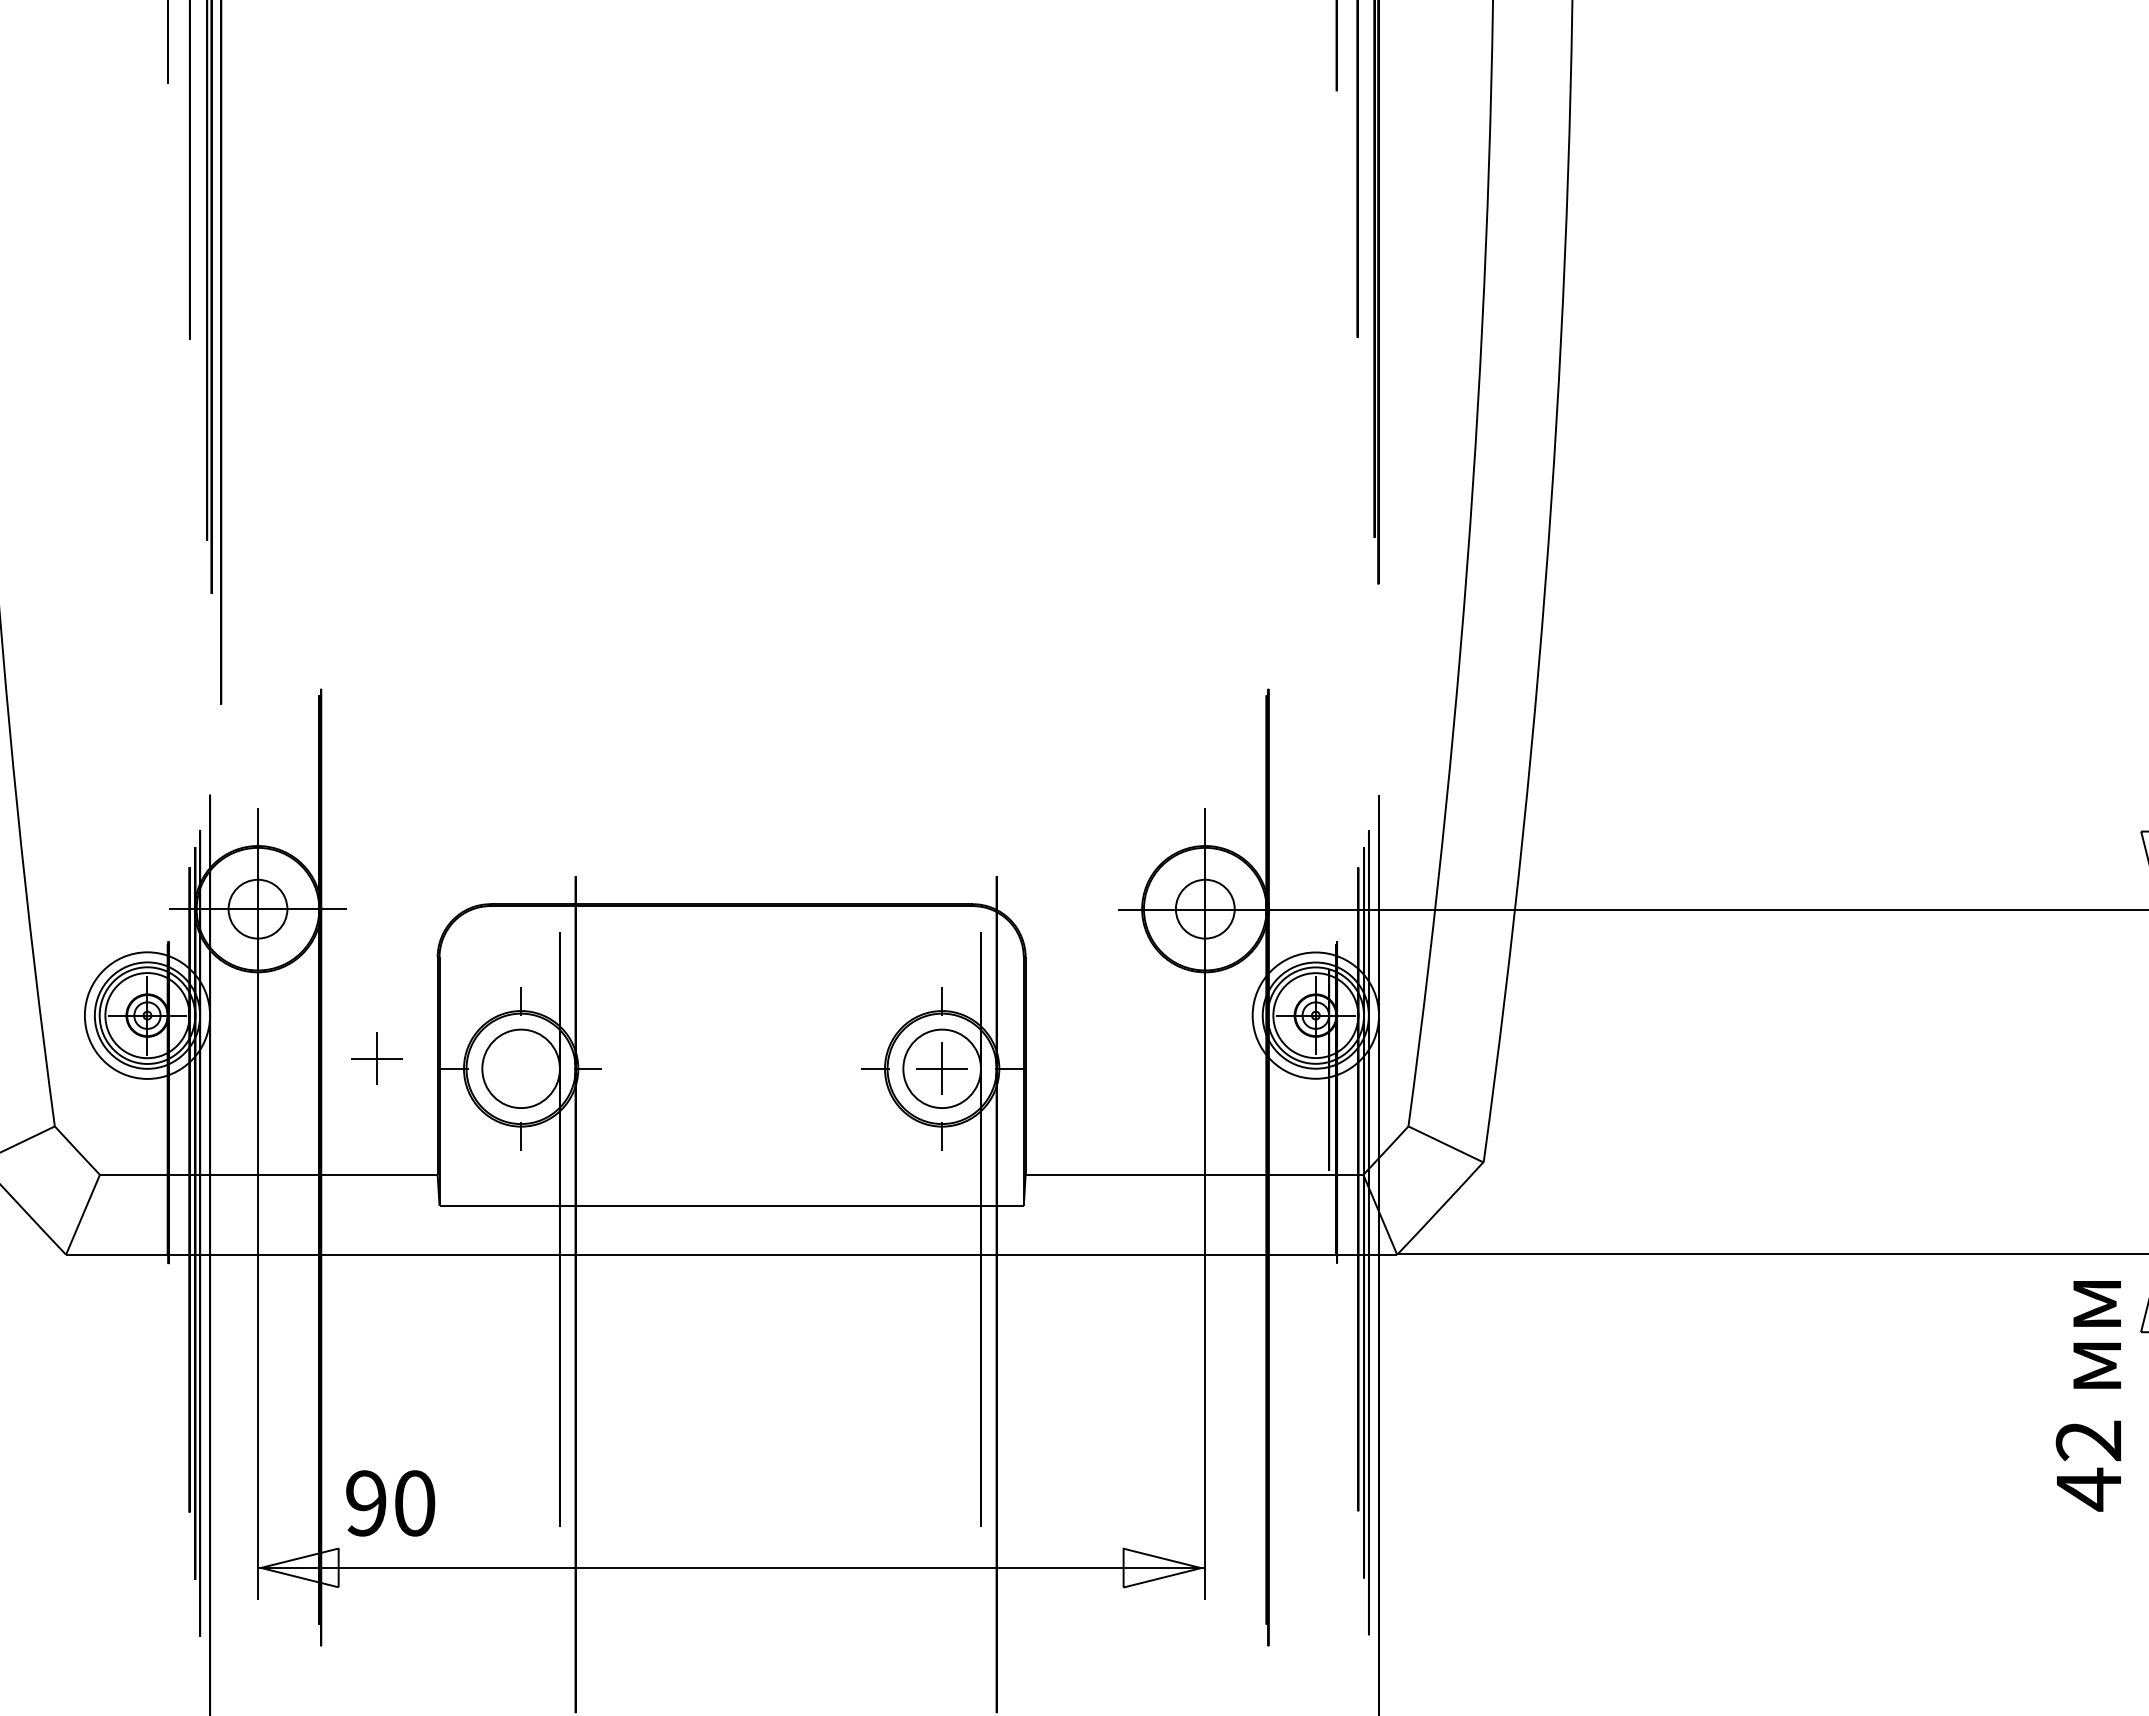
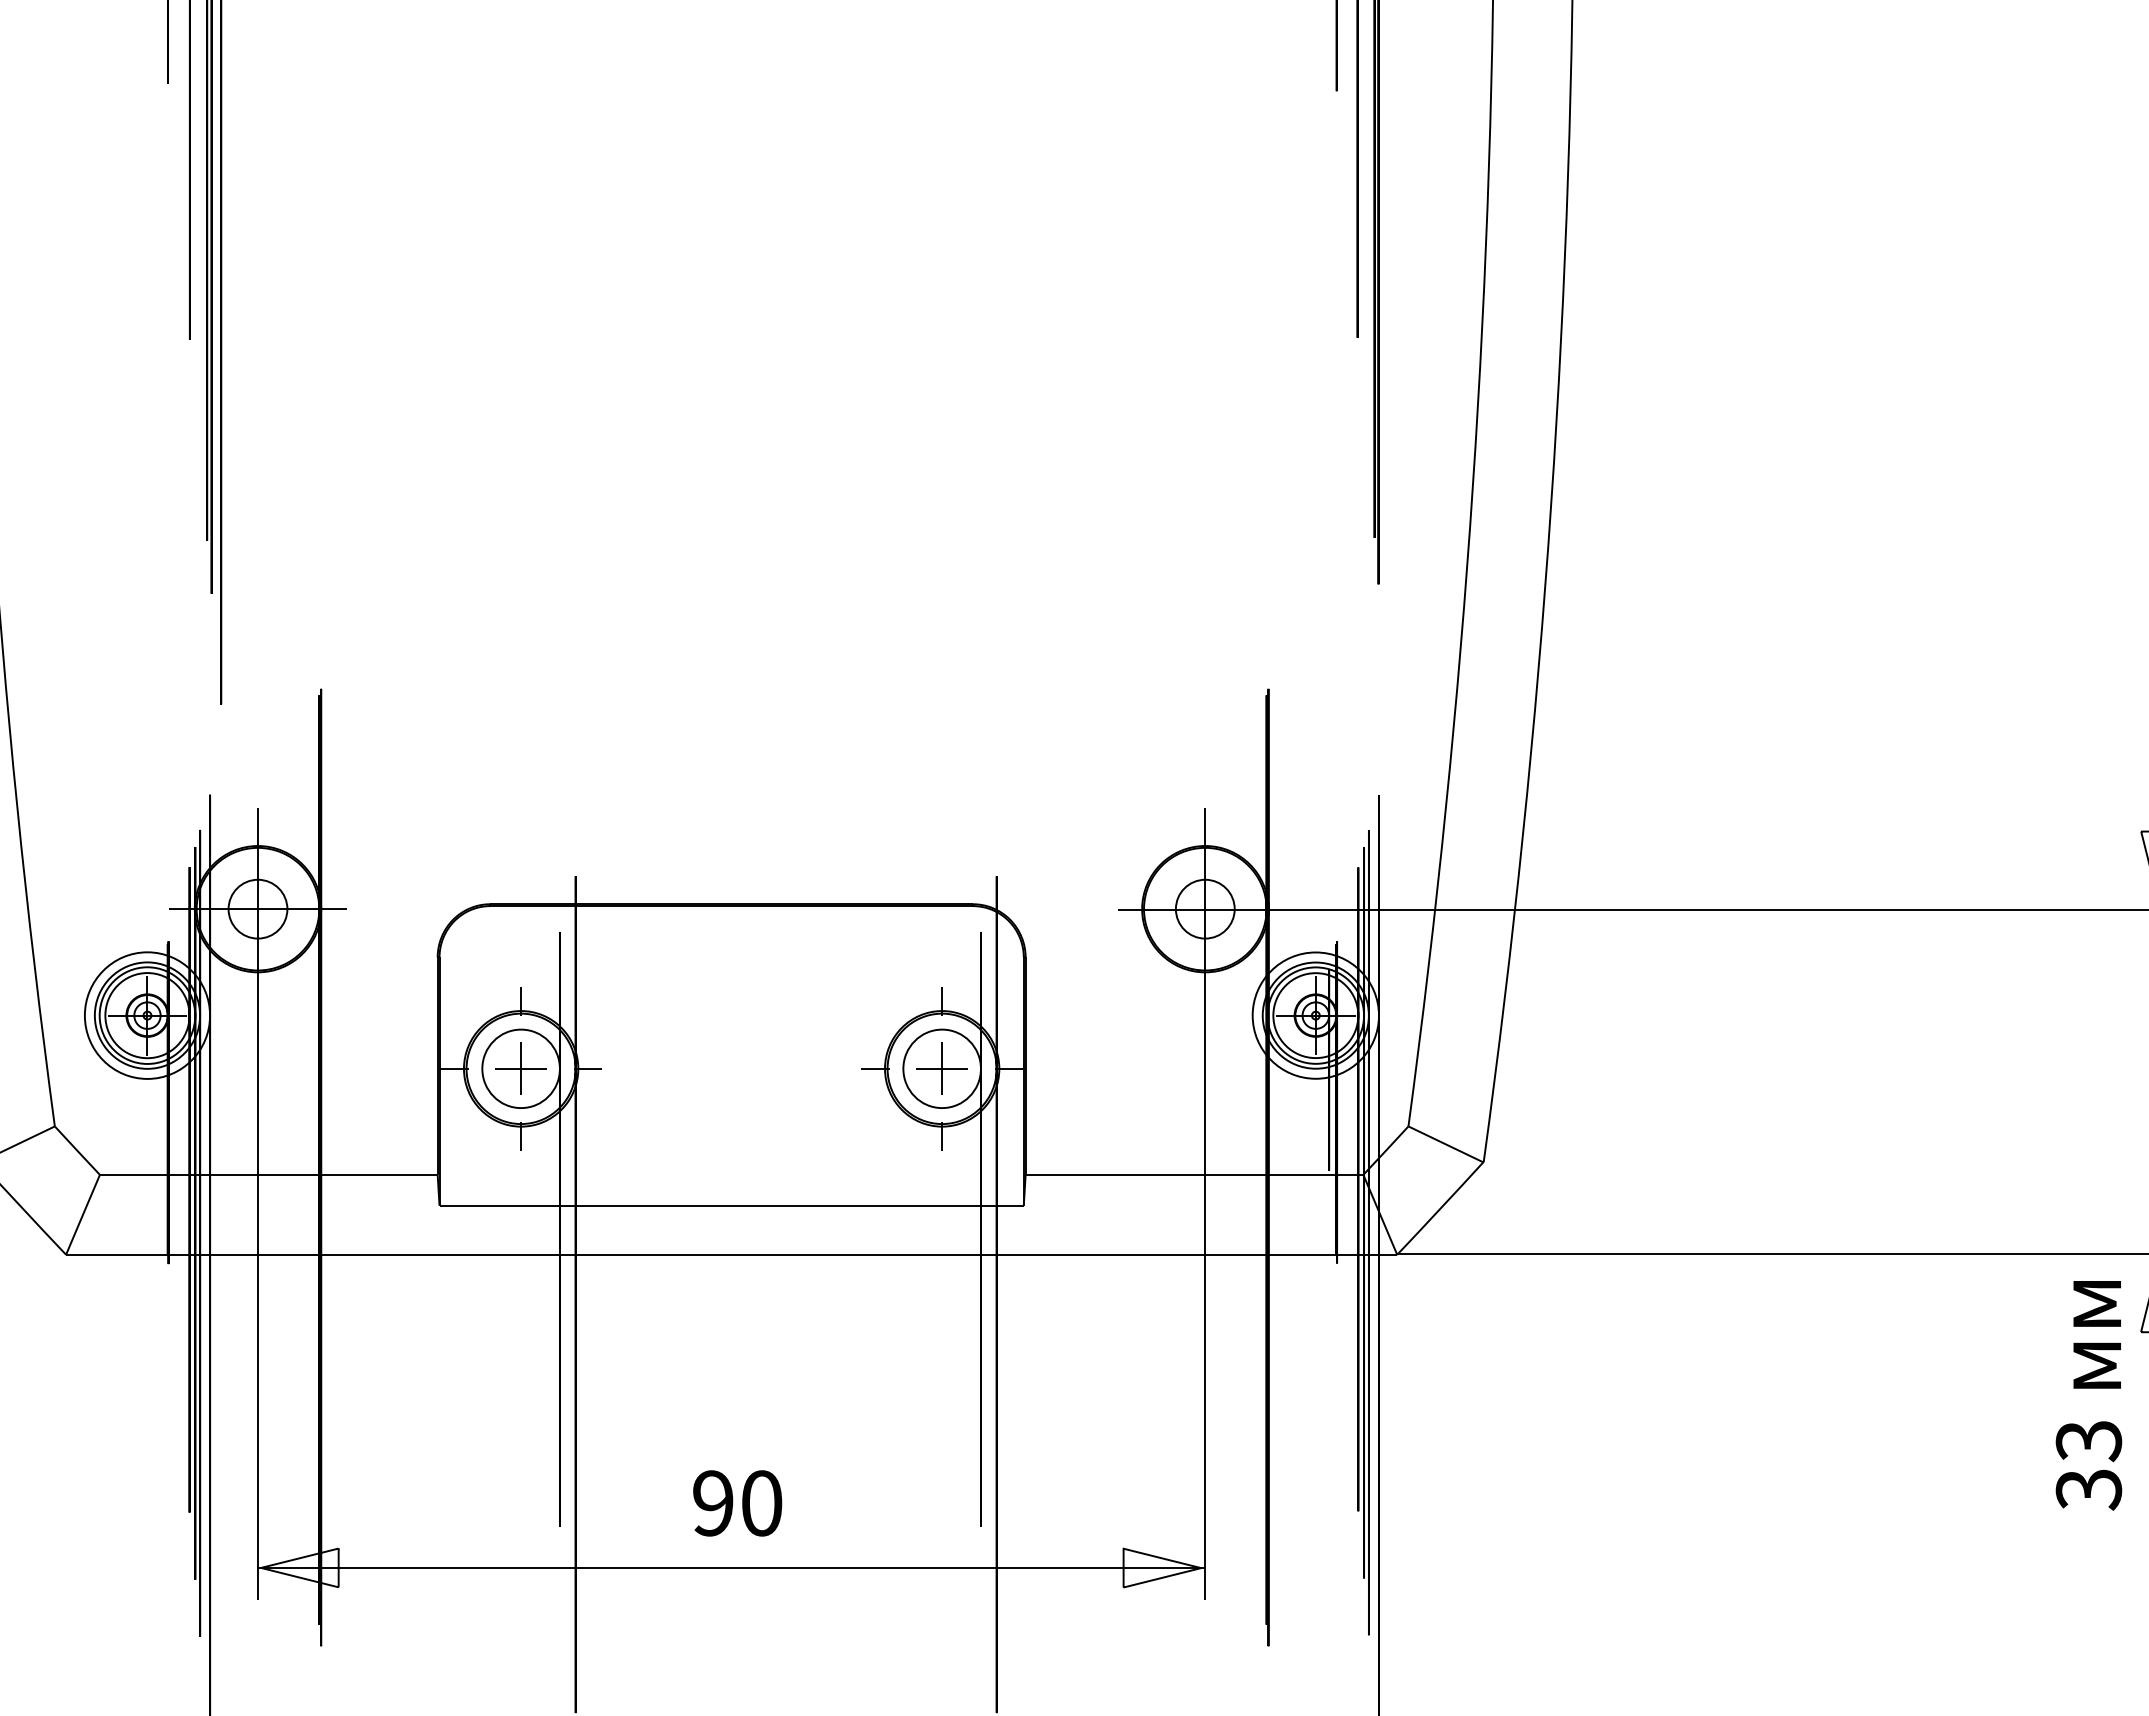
part at (376, 1058) position: (376, 1058) -> (520, 1068)
text at (2088, 1465): 42 -> 33
text at (390, 1503) position: (390, 1503) -> (737, 1503)
